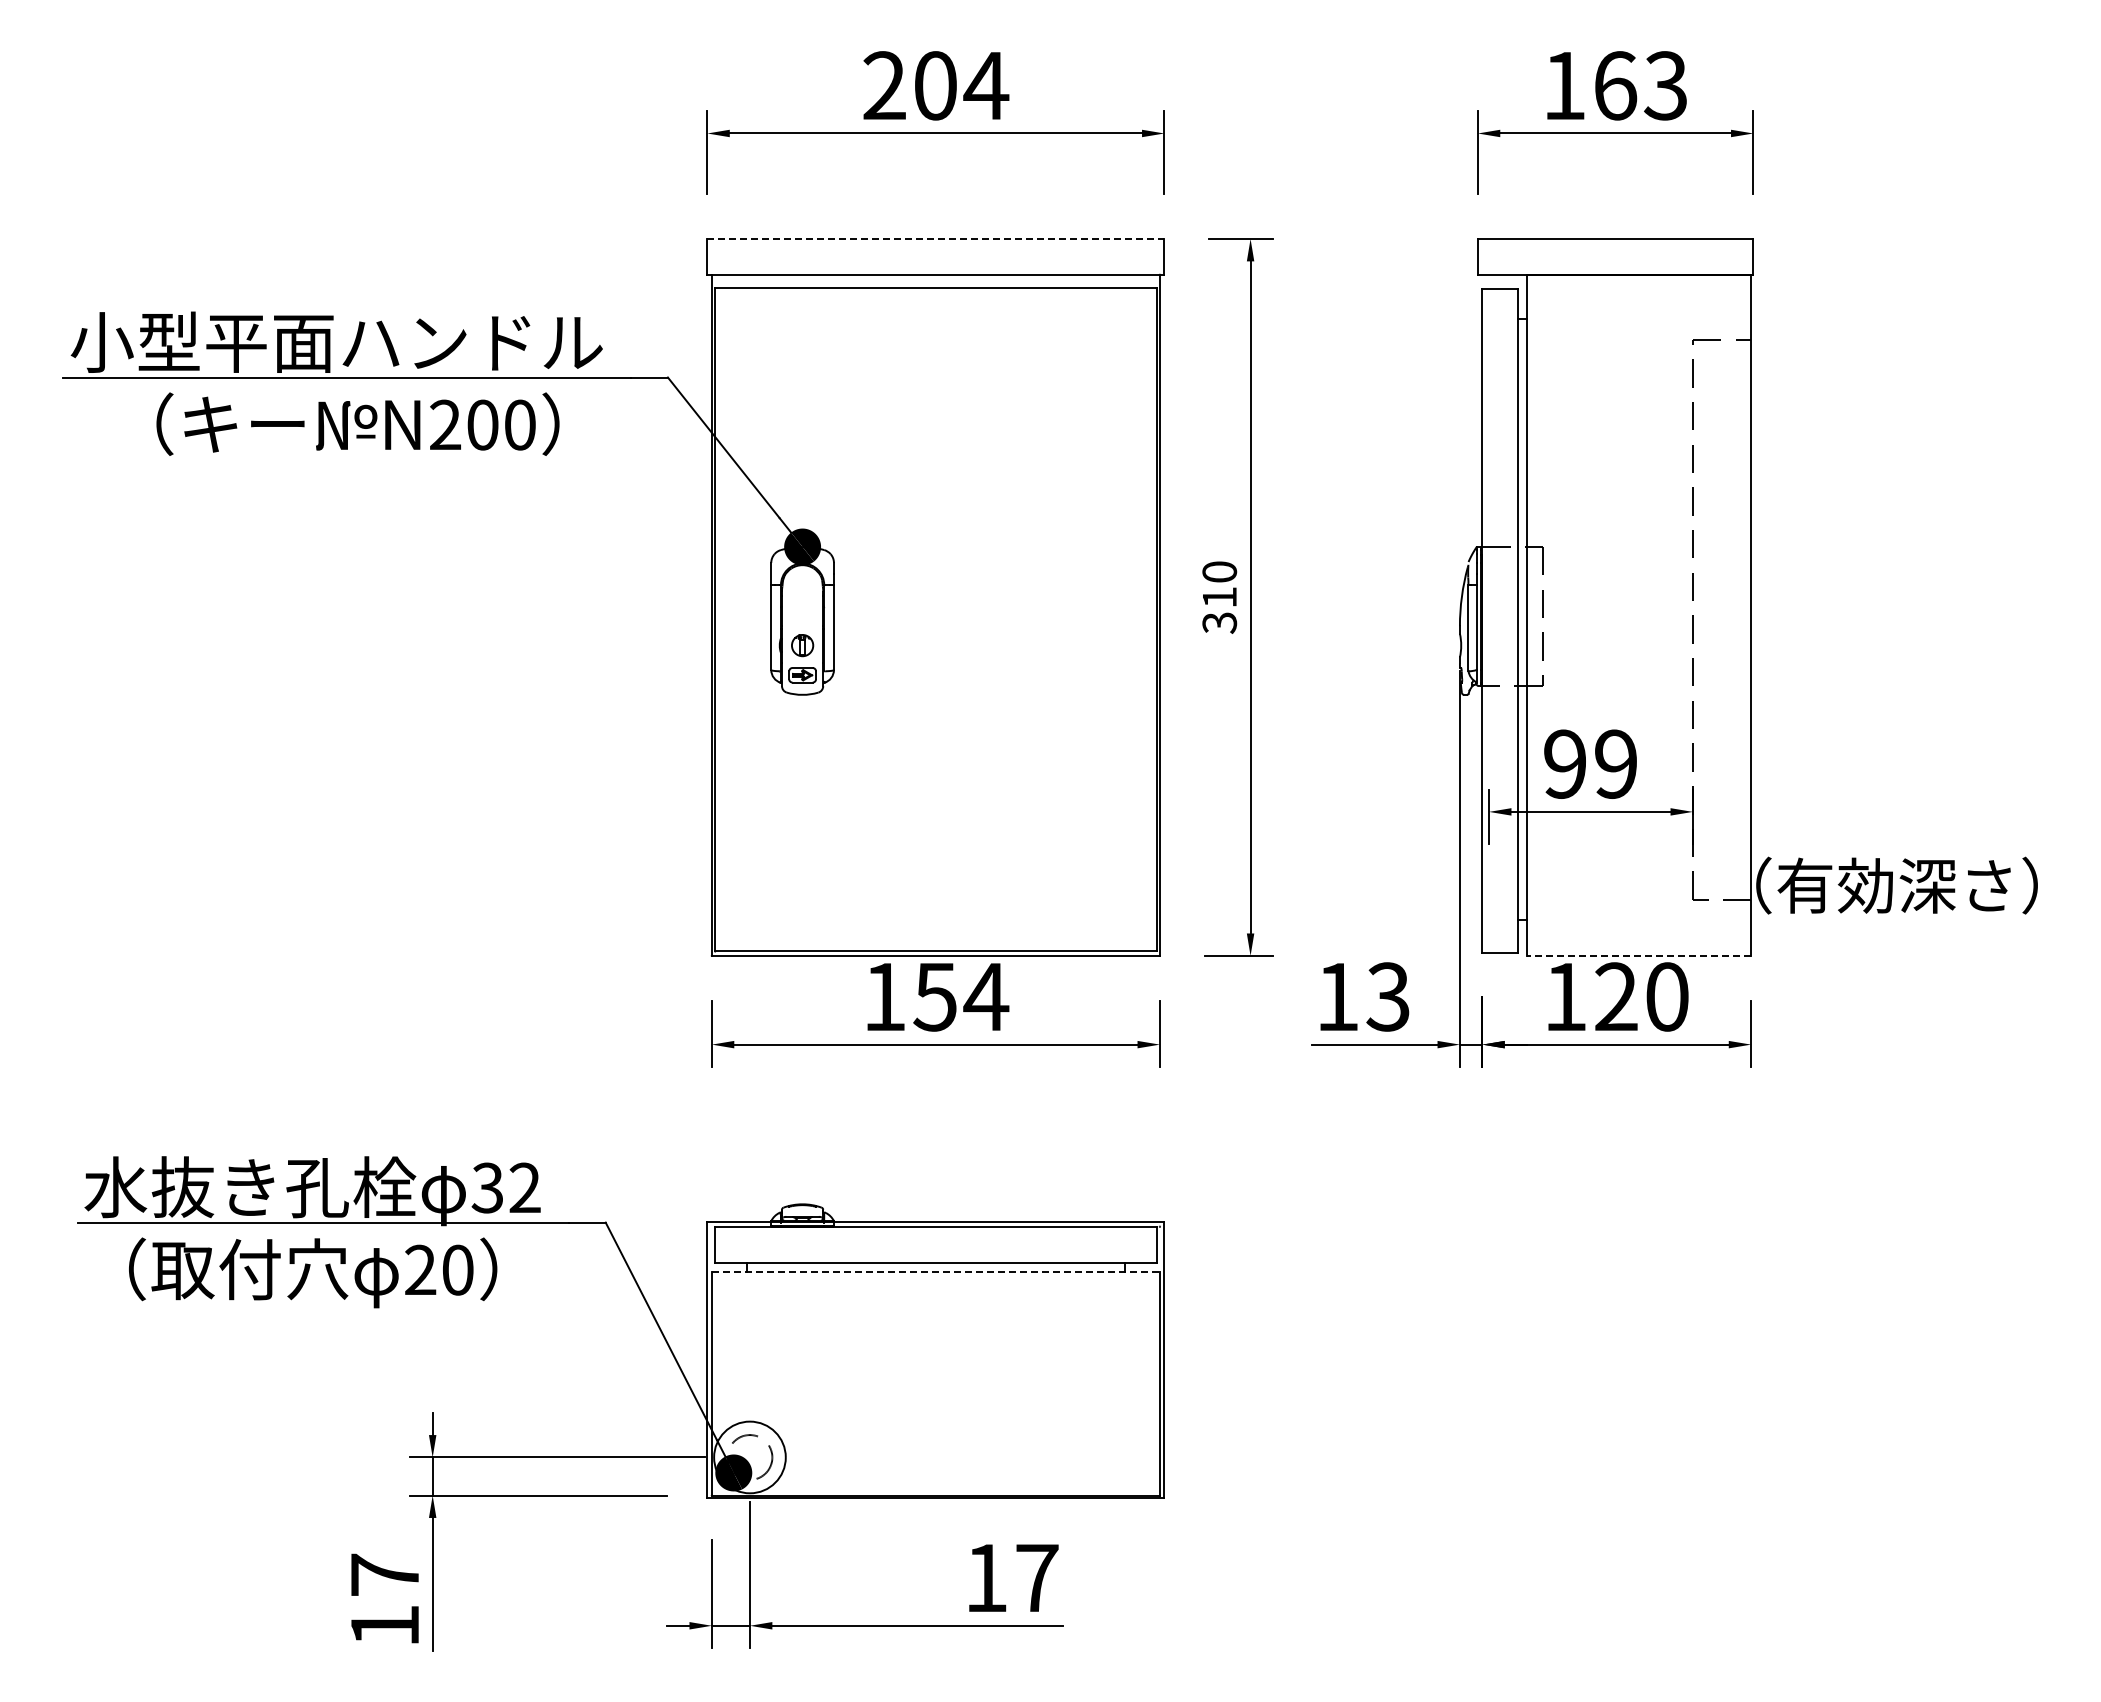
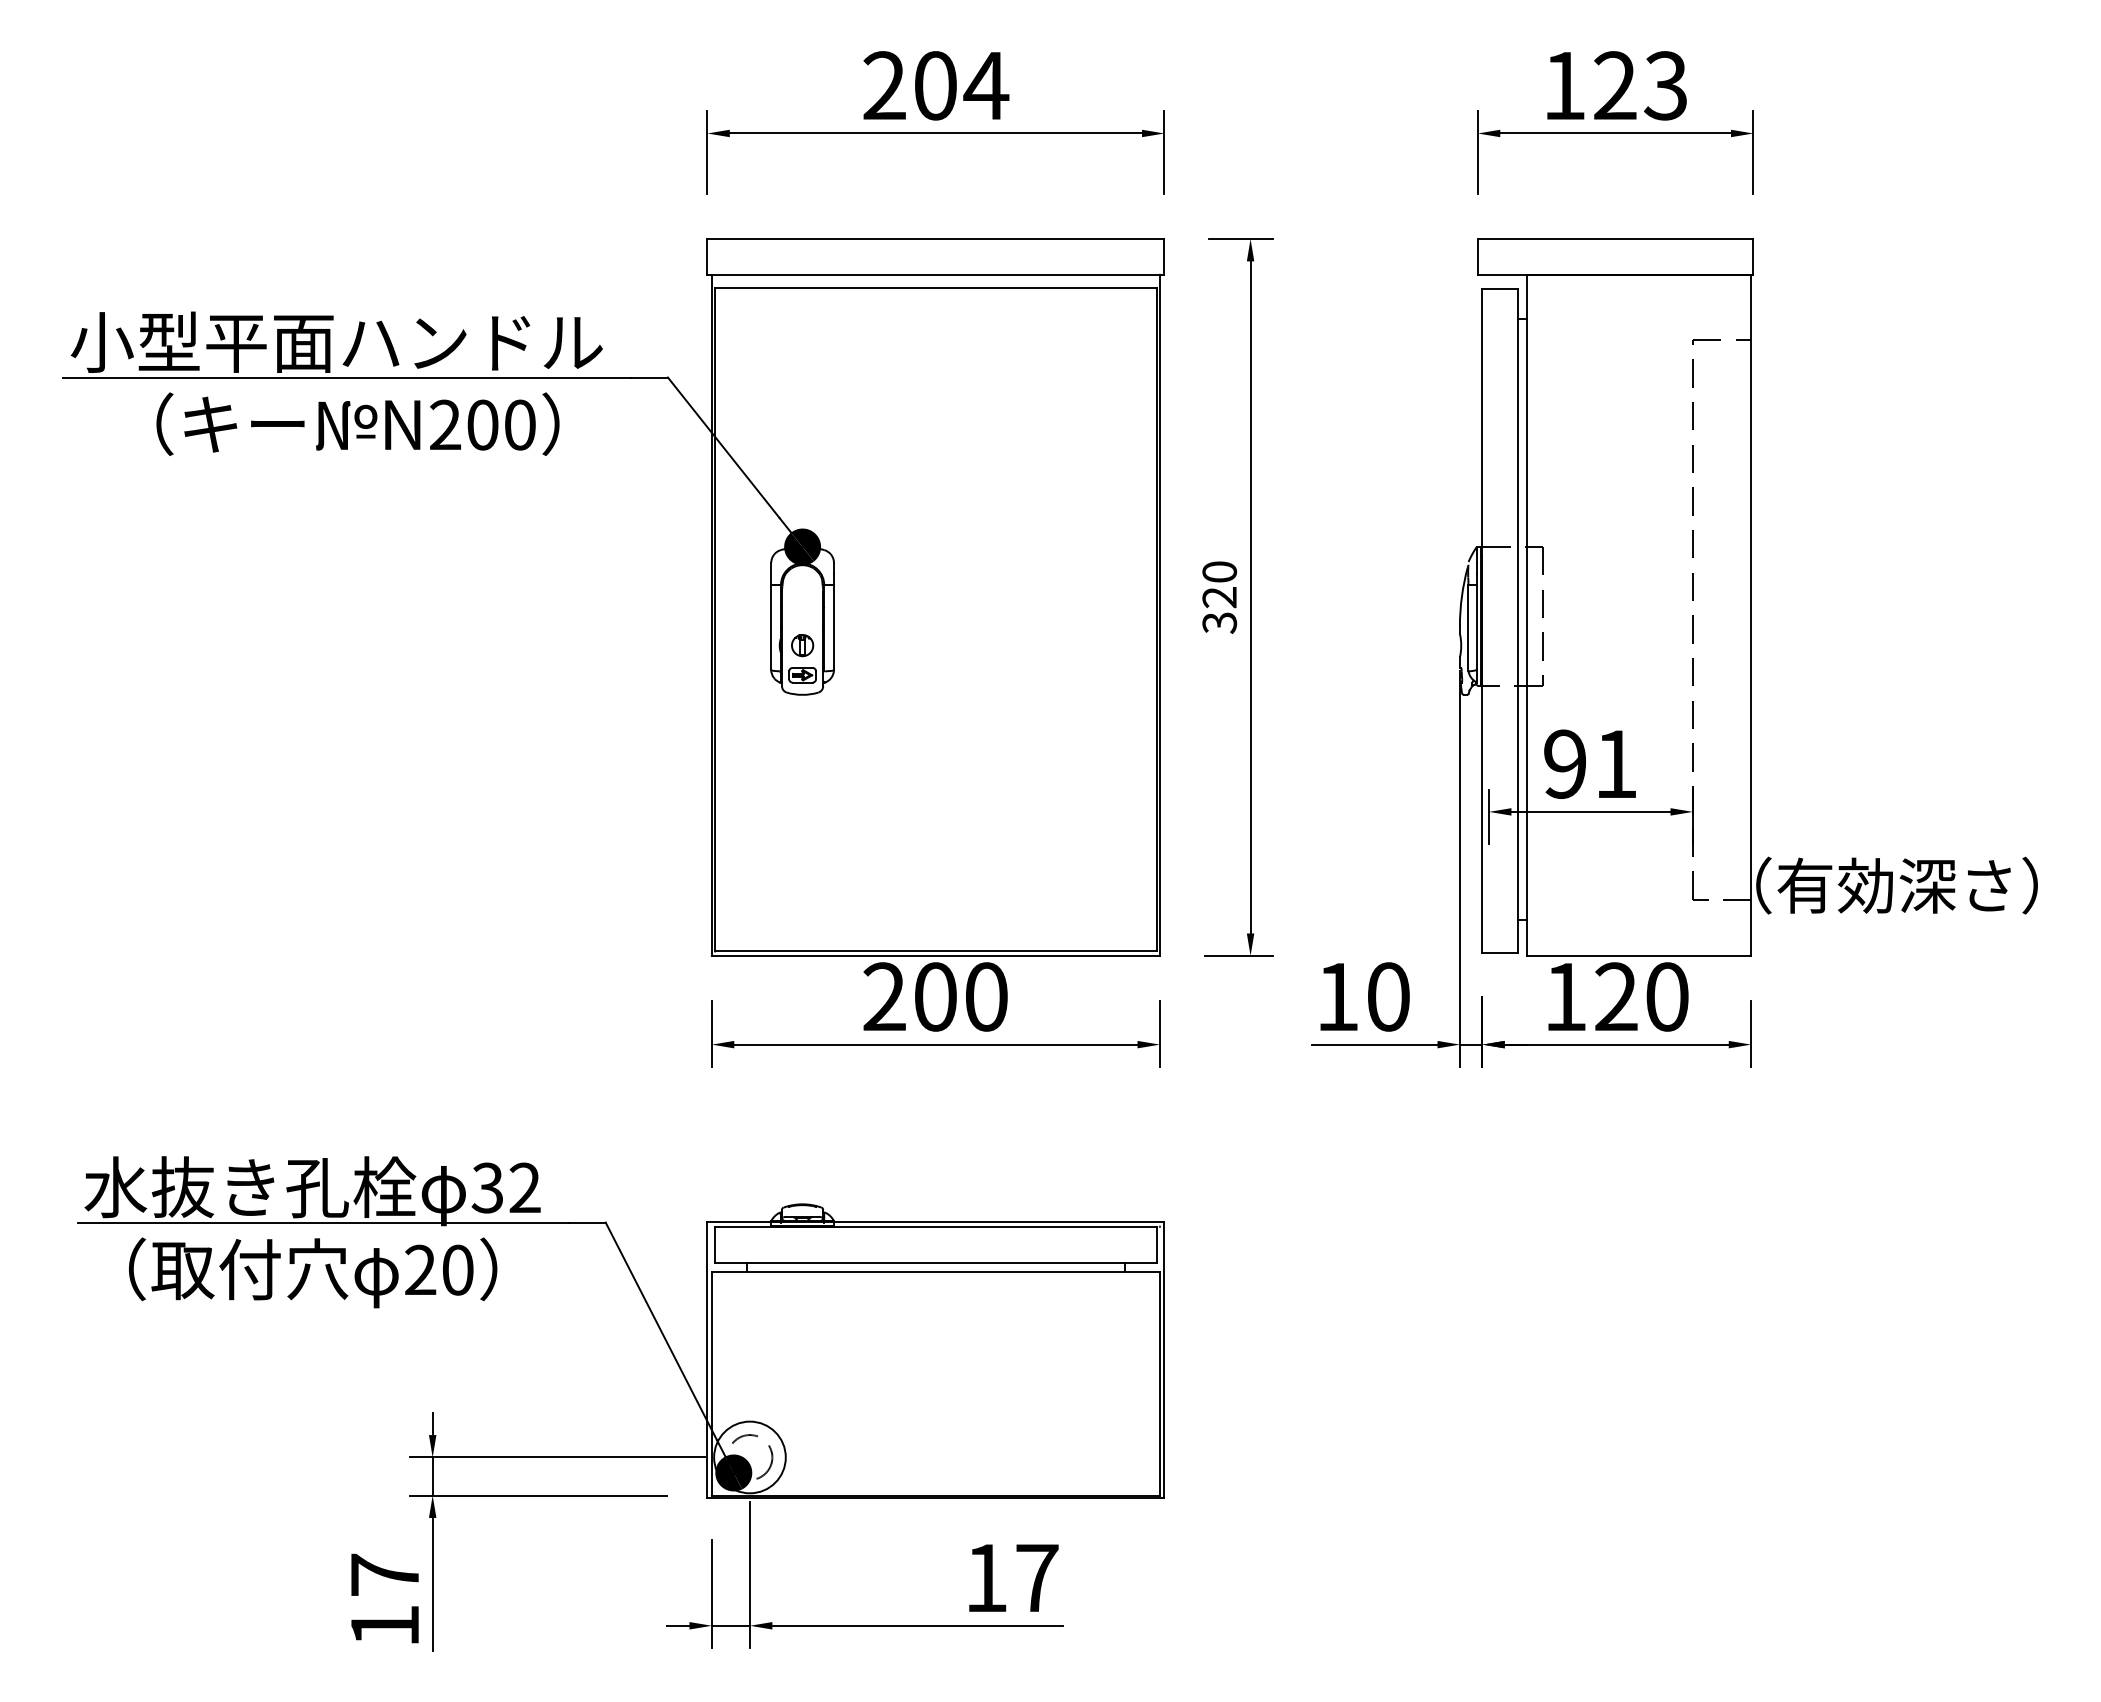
text at (1615, 85): 163 -> 123
line at (935, 238): dashed -> solid
text at (1219, 597): 310 -> 320
text at (1615, 763): 99 -> 91
line at (1638, 955): dashed -> solid
text at (936, 996): 154 -> 200
text at (1387, 996): 13 -> 10
line at (936, 1271): dashed -> solid
